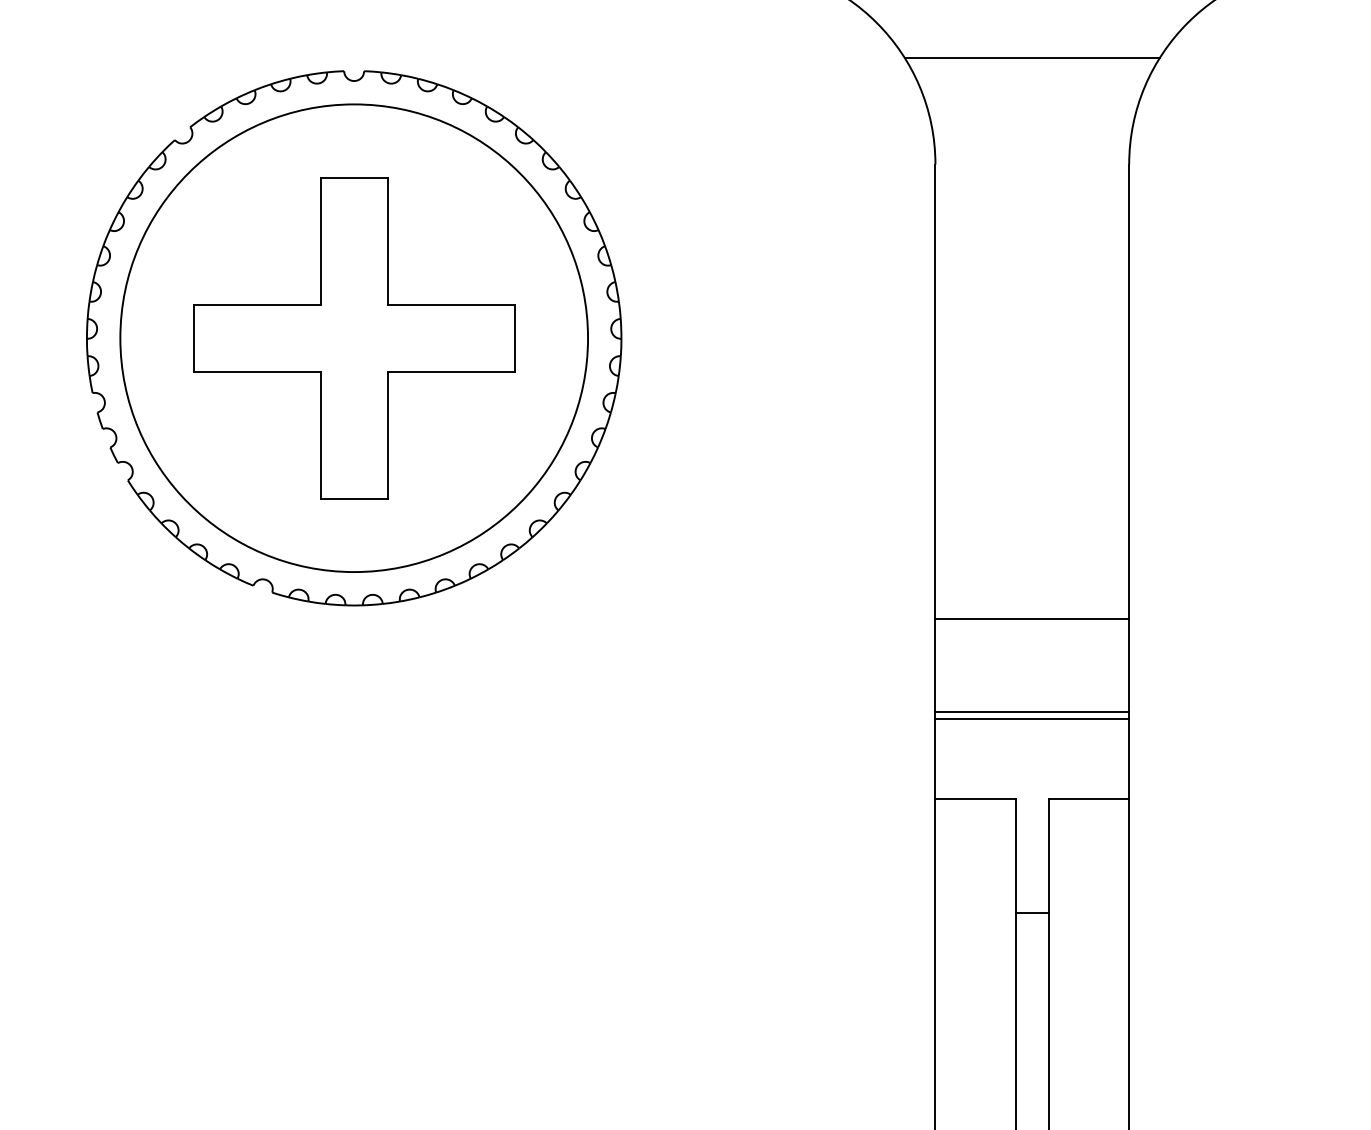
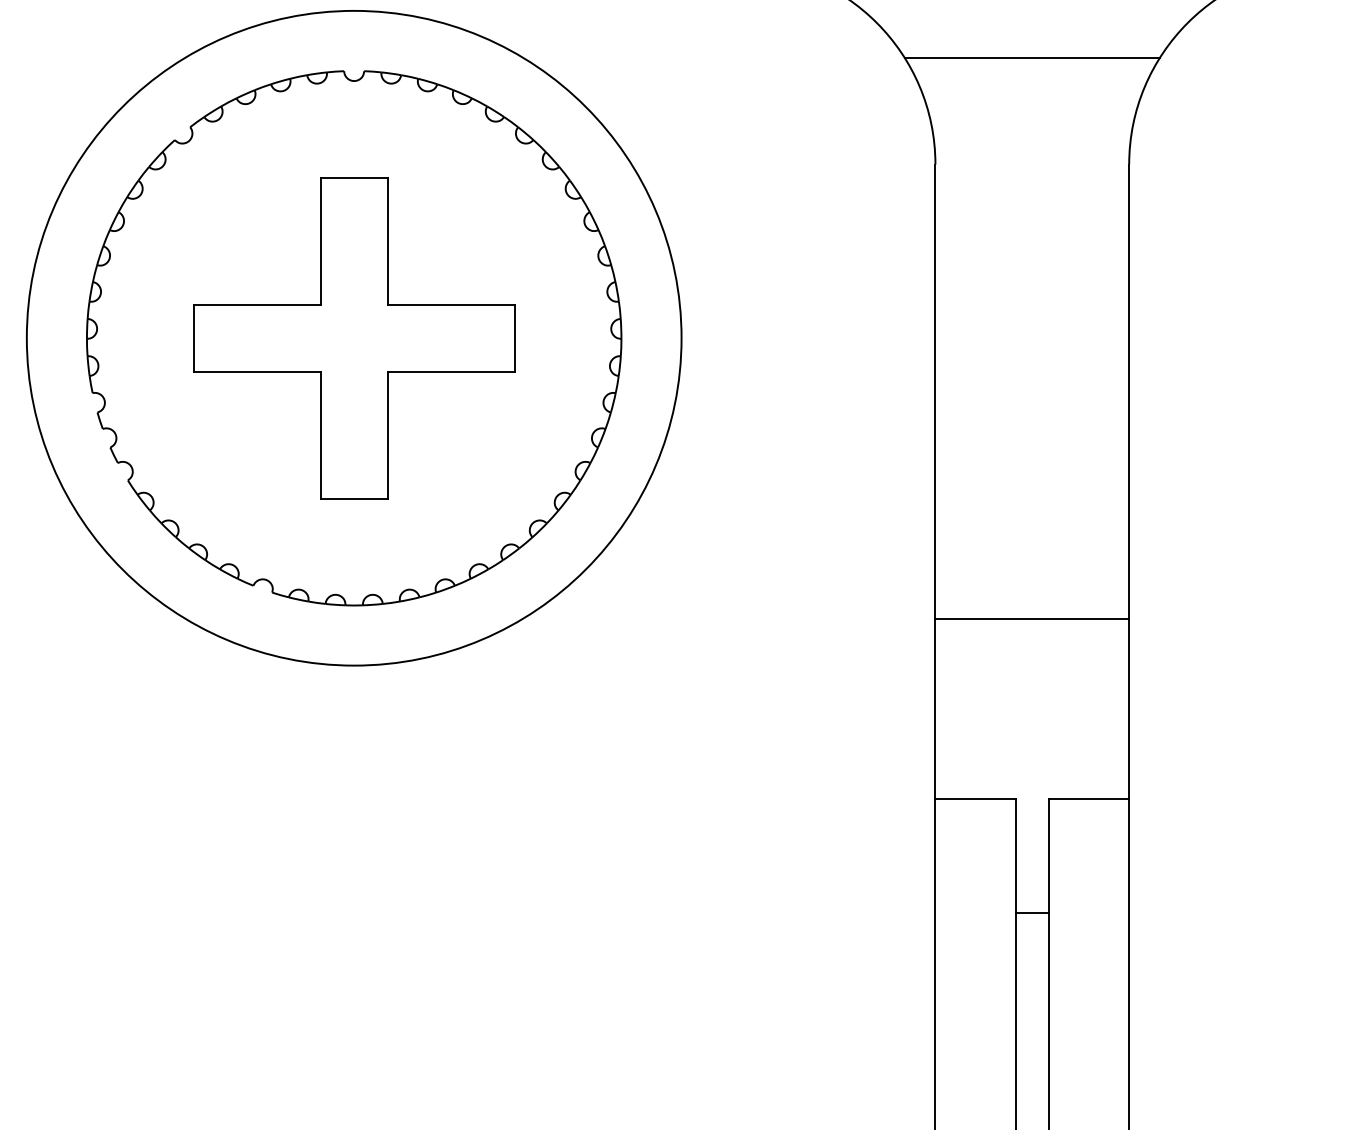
circle at (354, 338) diameter: 468 px -> 655 px
line at (1032, 712): present -> none
line at (1032, 719): present -> none
